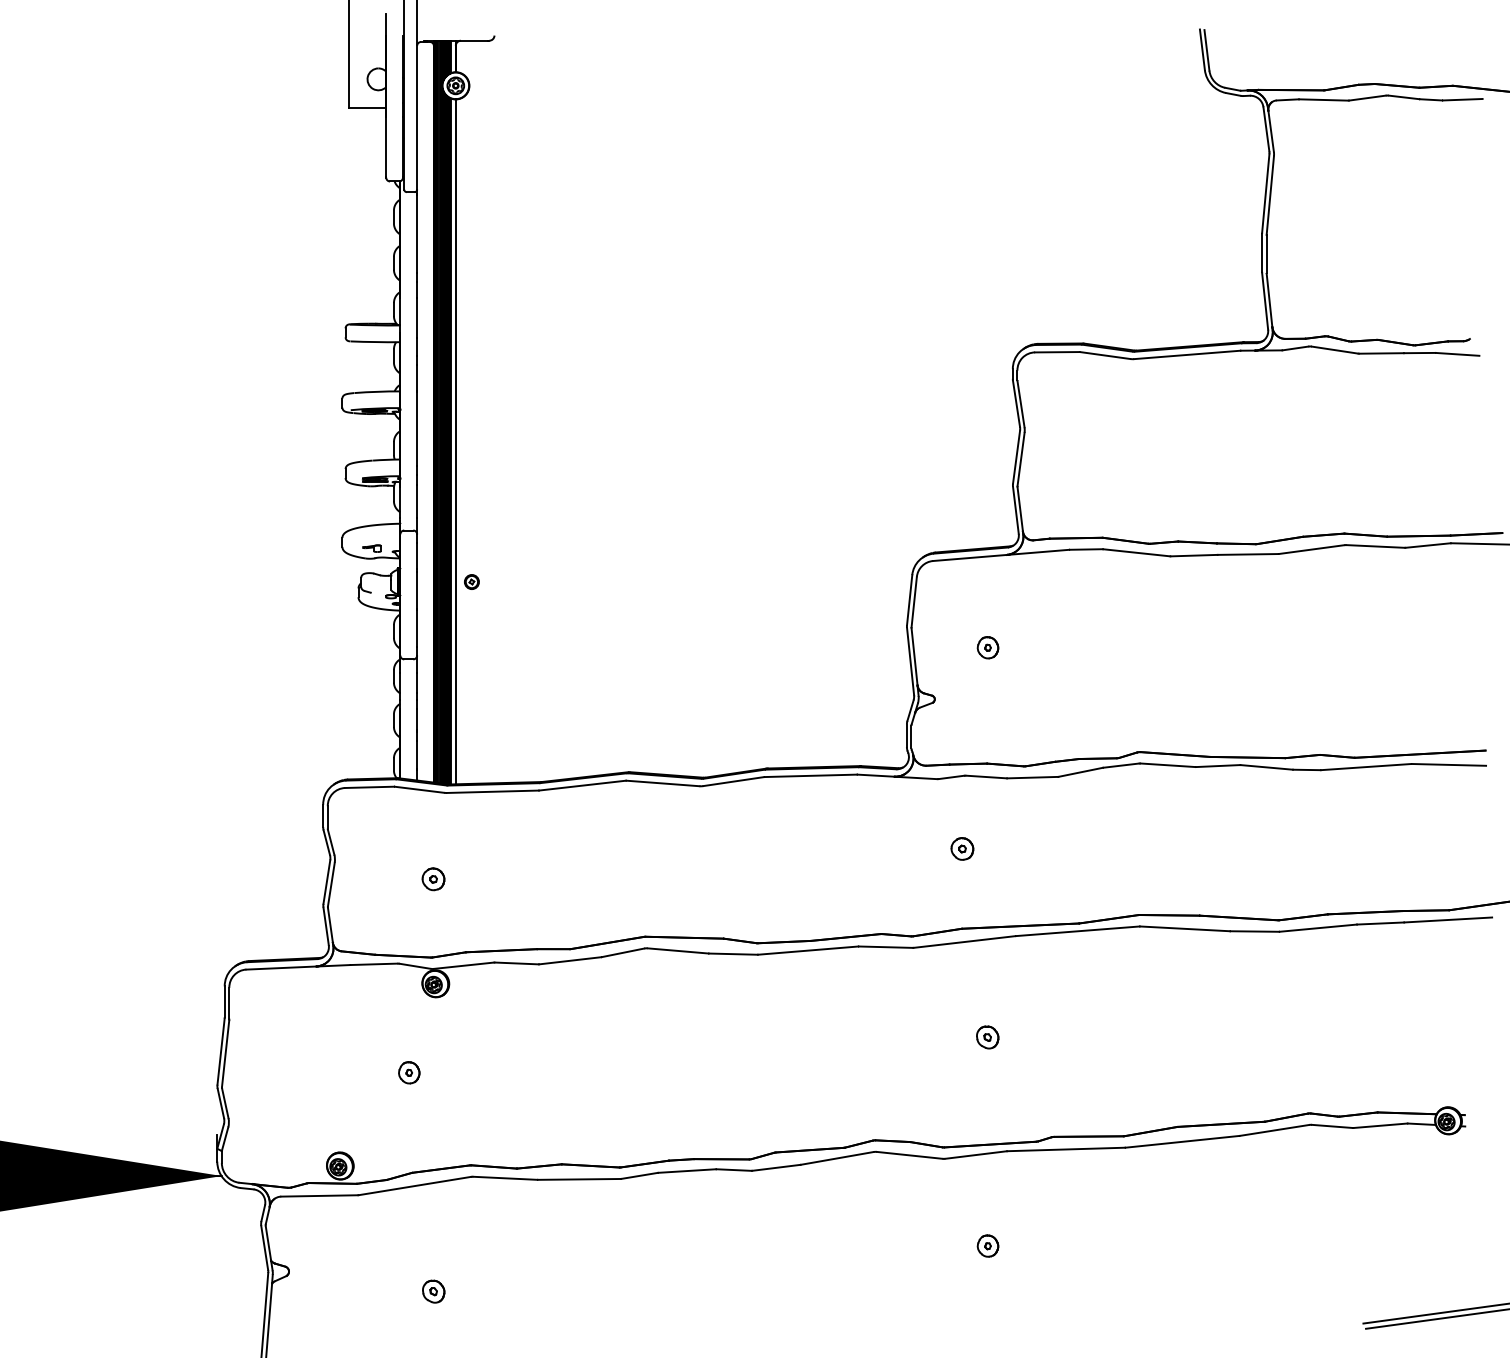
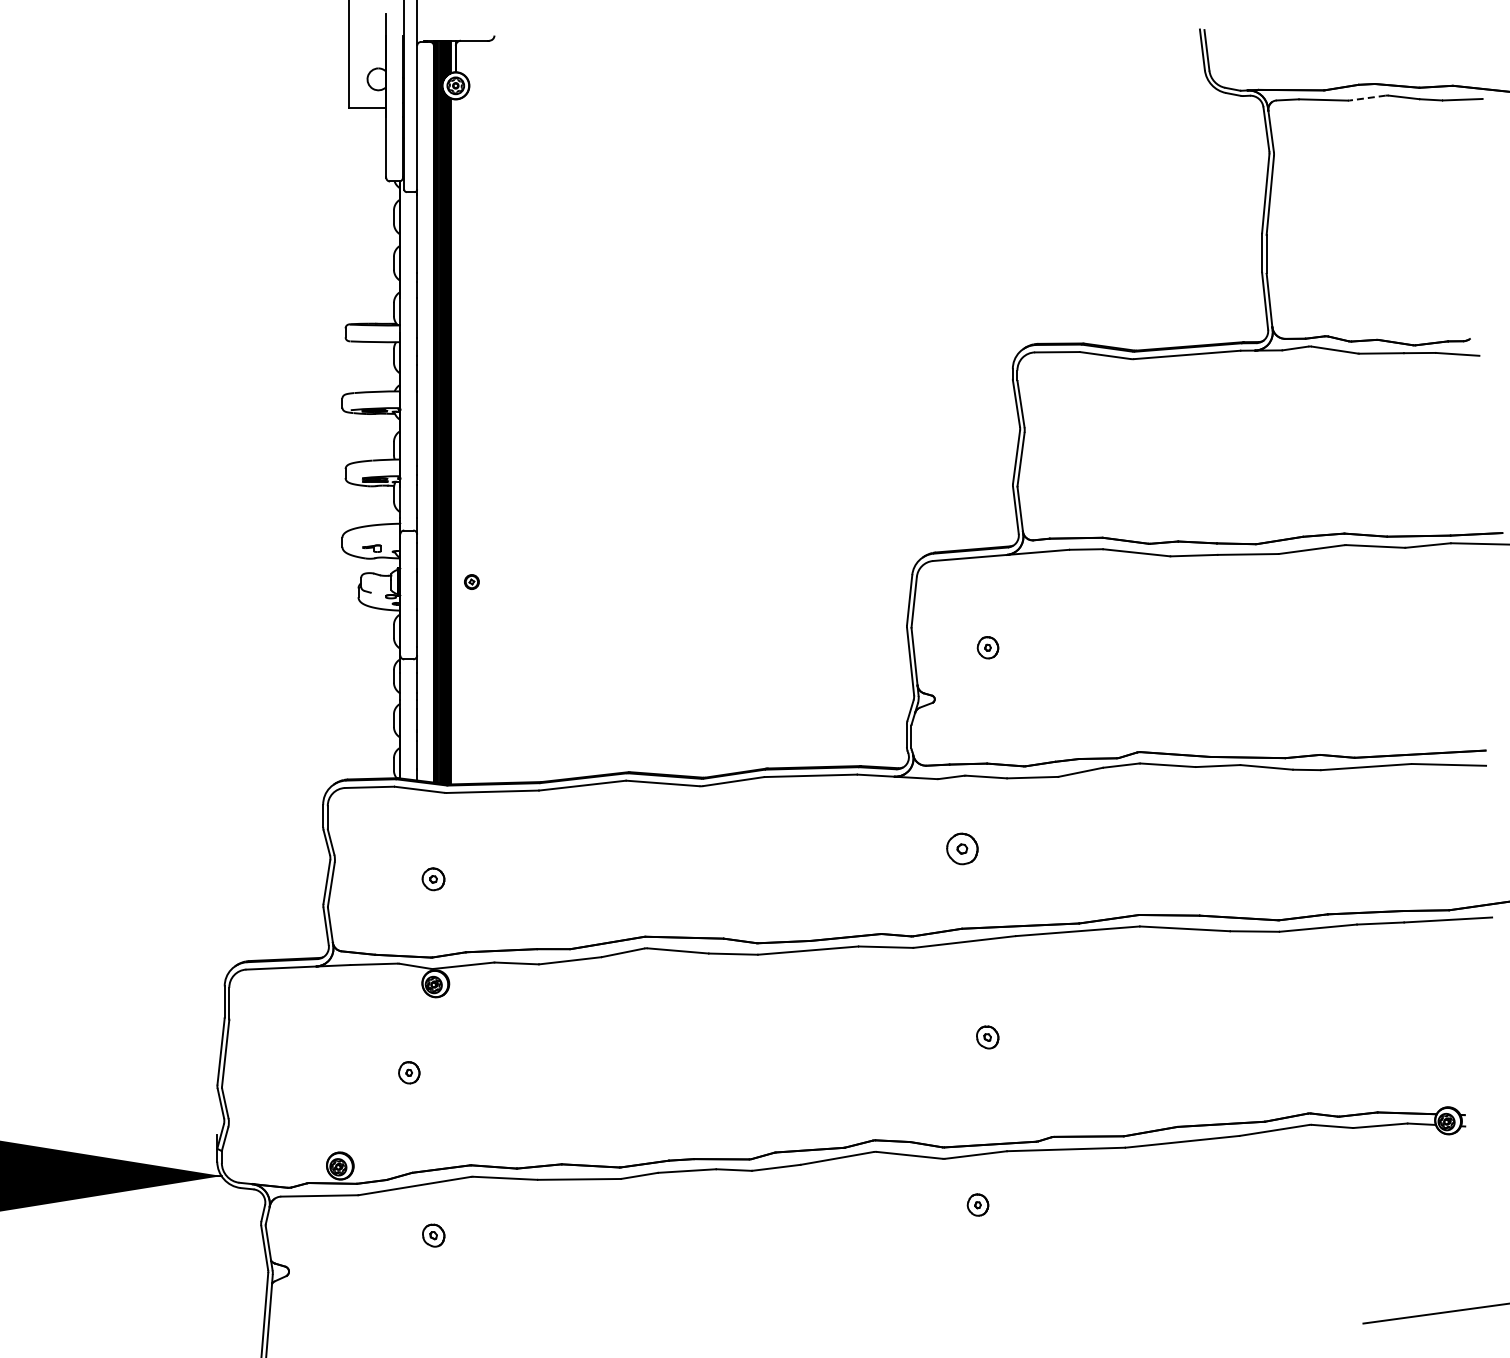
line at (1367, 98): solid -> dashed
line at (455, 441): present -> none
part at (962, 848) size: 25x24 px -> 33x34 px
part at (987, 1245) position: (987, 1245) -> (977, 1204)
part at (433, 1291) position: (433, 1291) -> (433, 1235)
line at (1436, 1318): present -> none
